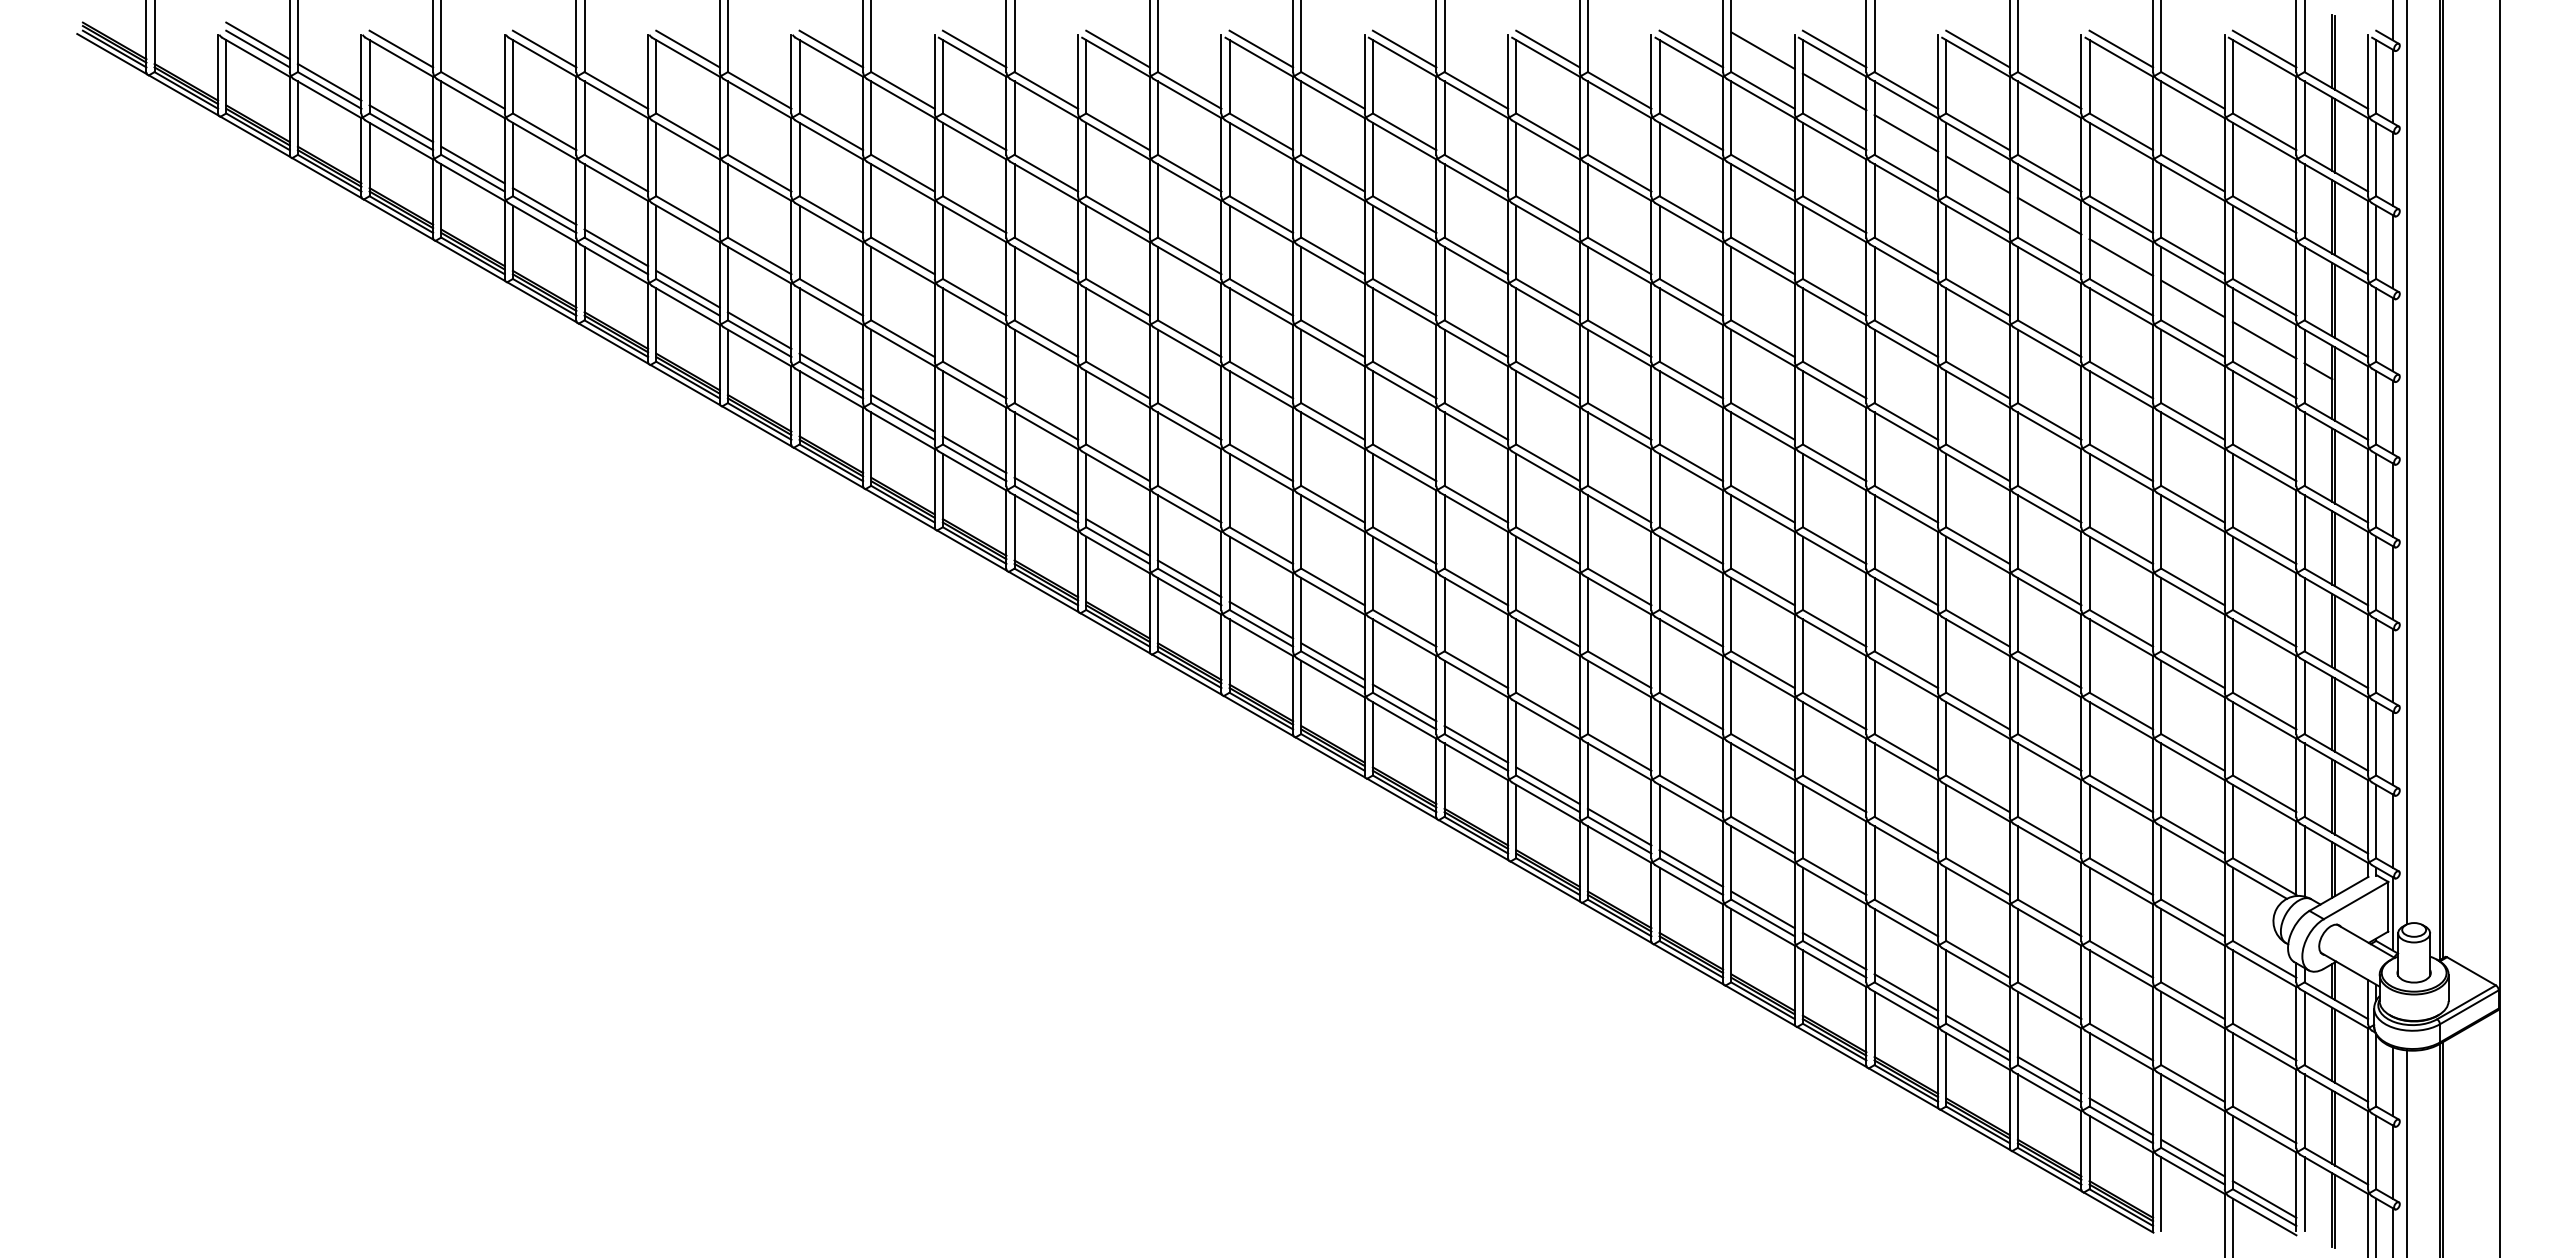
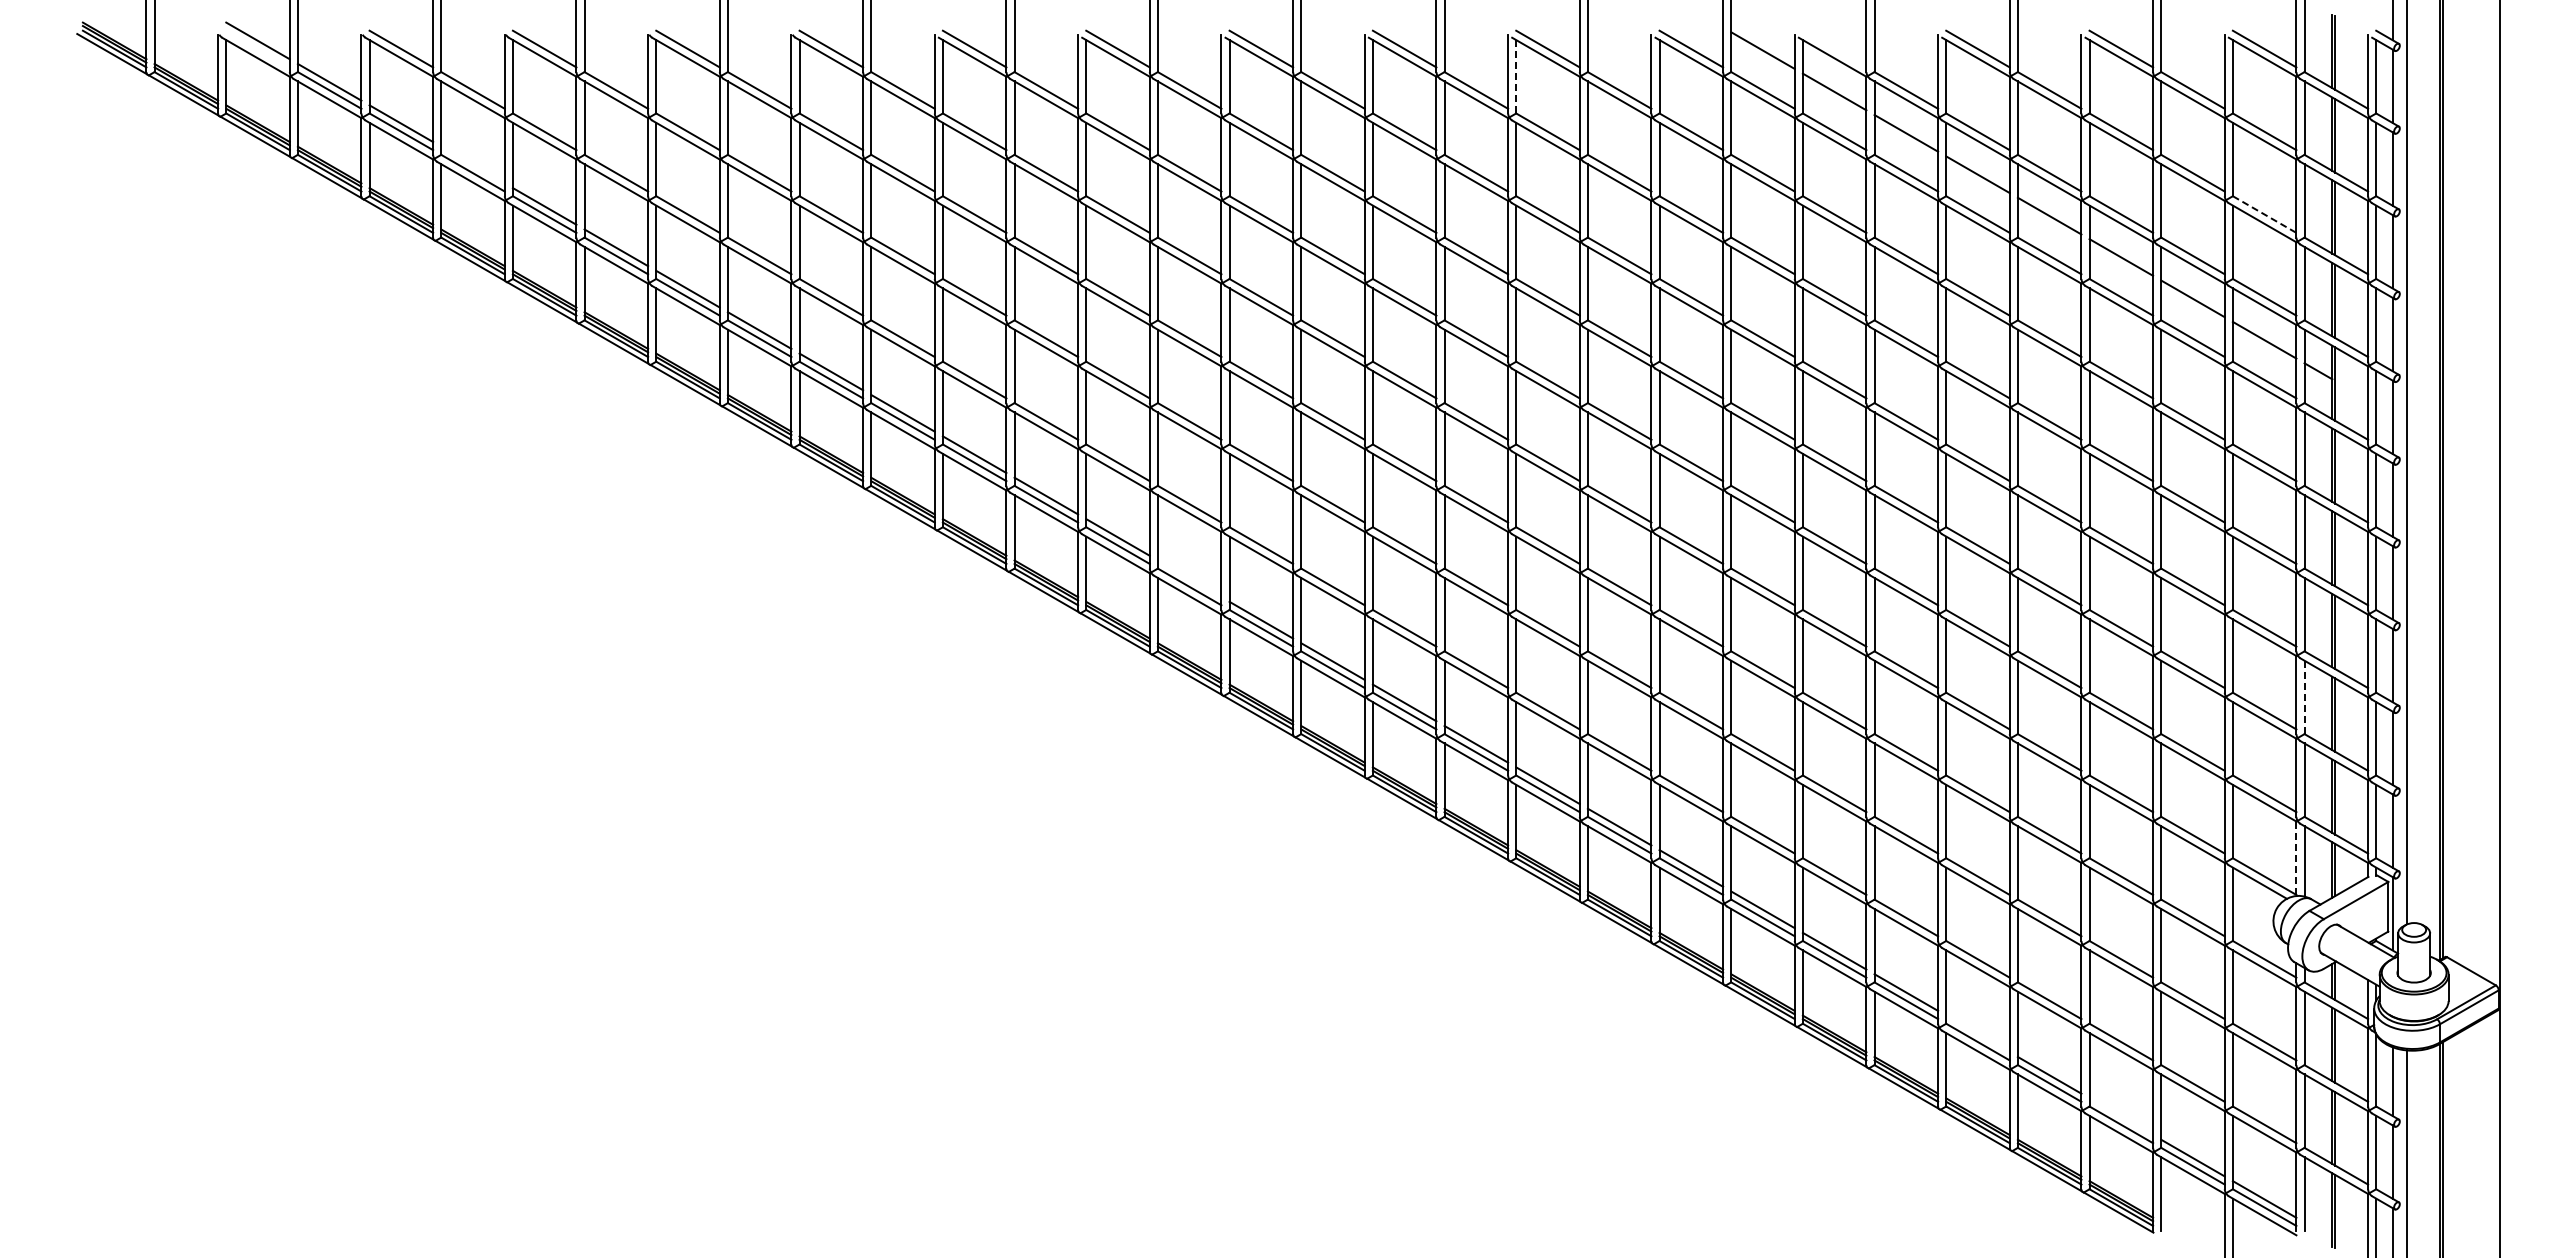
line at (257, 48): present -> none
line at (1834, 48): present -> none
line at (1516, 76): solid -> dashed
line at (472, 164): present -> none
line at (2264, 214): solid -> dashed
line at (1189, 578): present -> none
line at (2304, 697): solid -> dashed
line at (2296, 859): solid -> dashed
line at (1977, 1033): present -> none
line at (2121, 1116): present -> none
